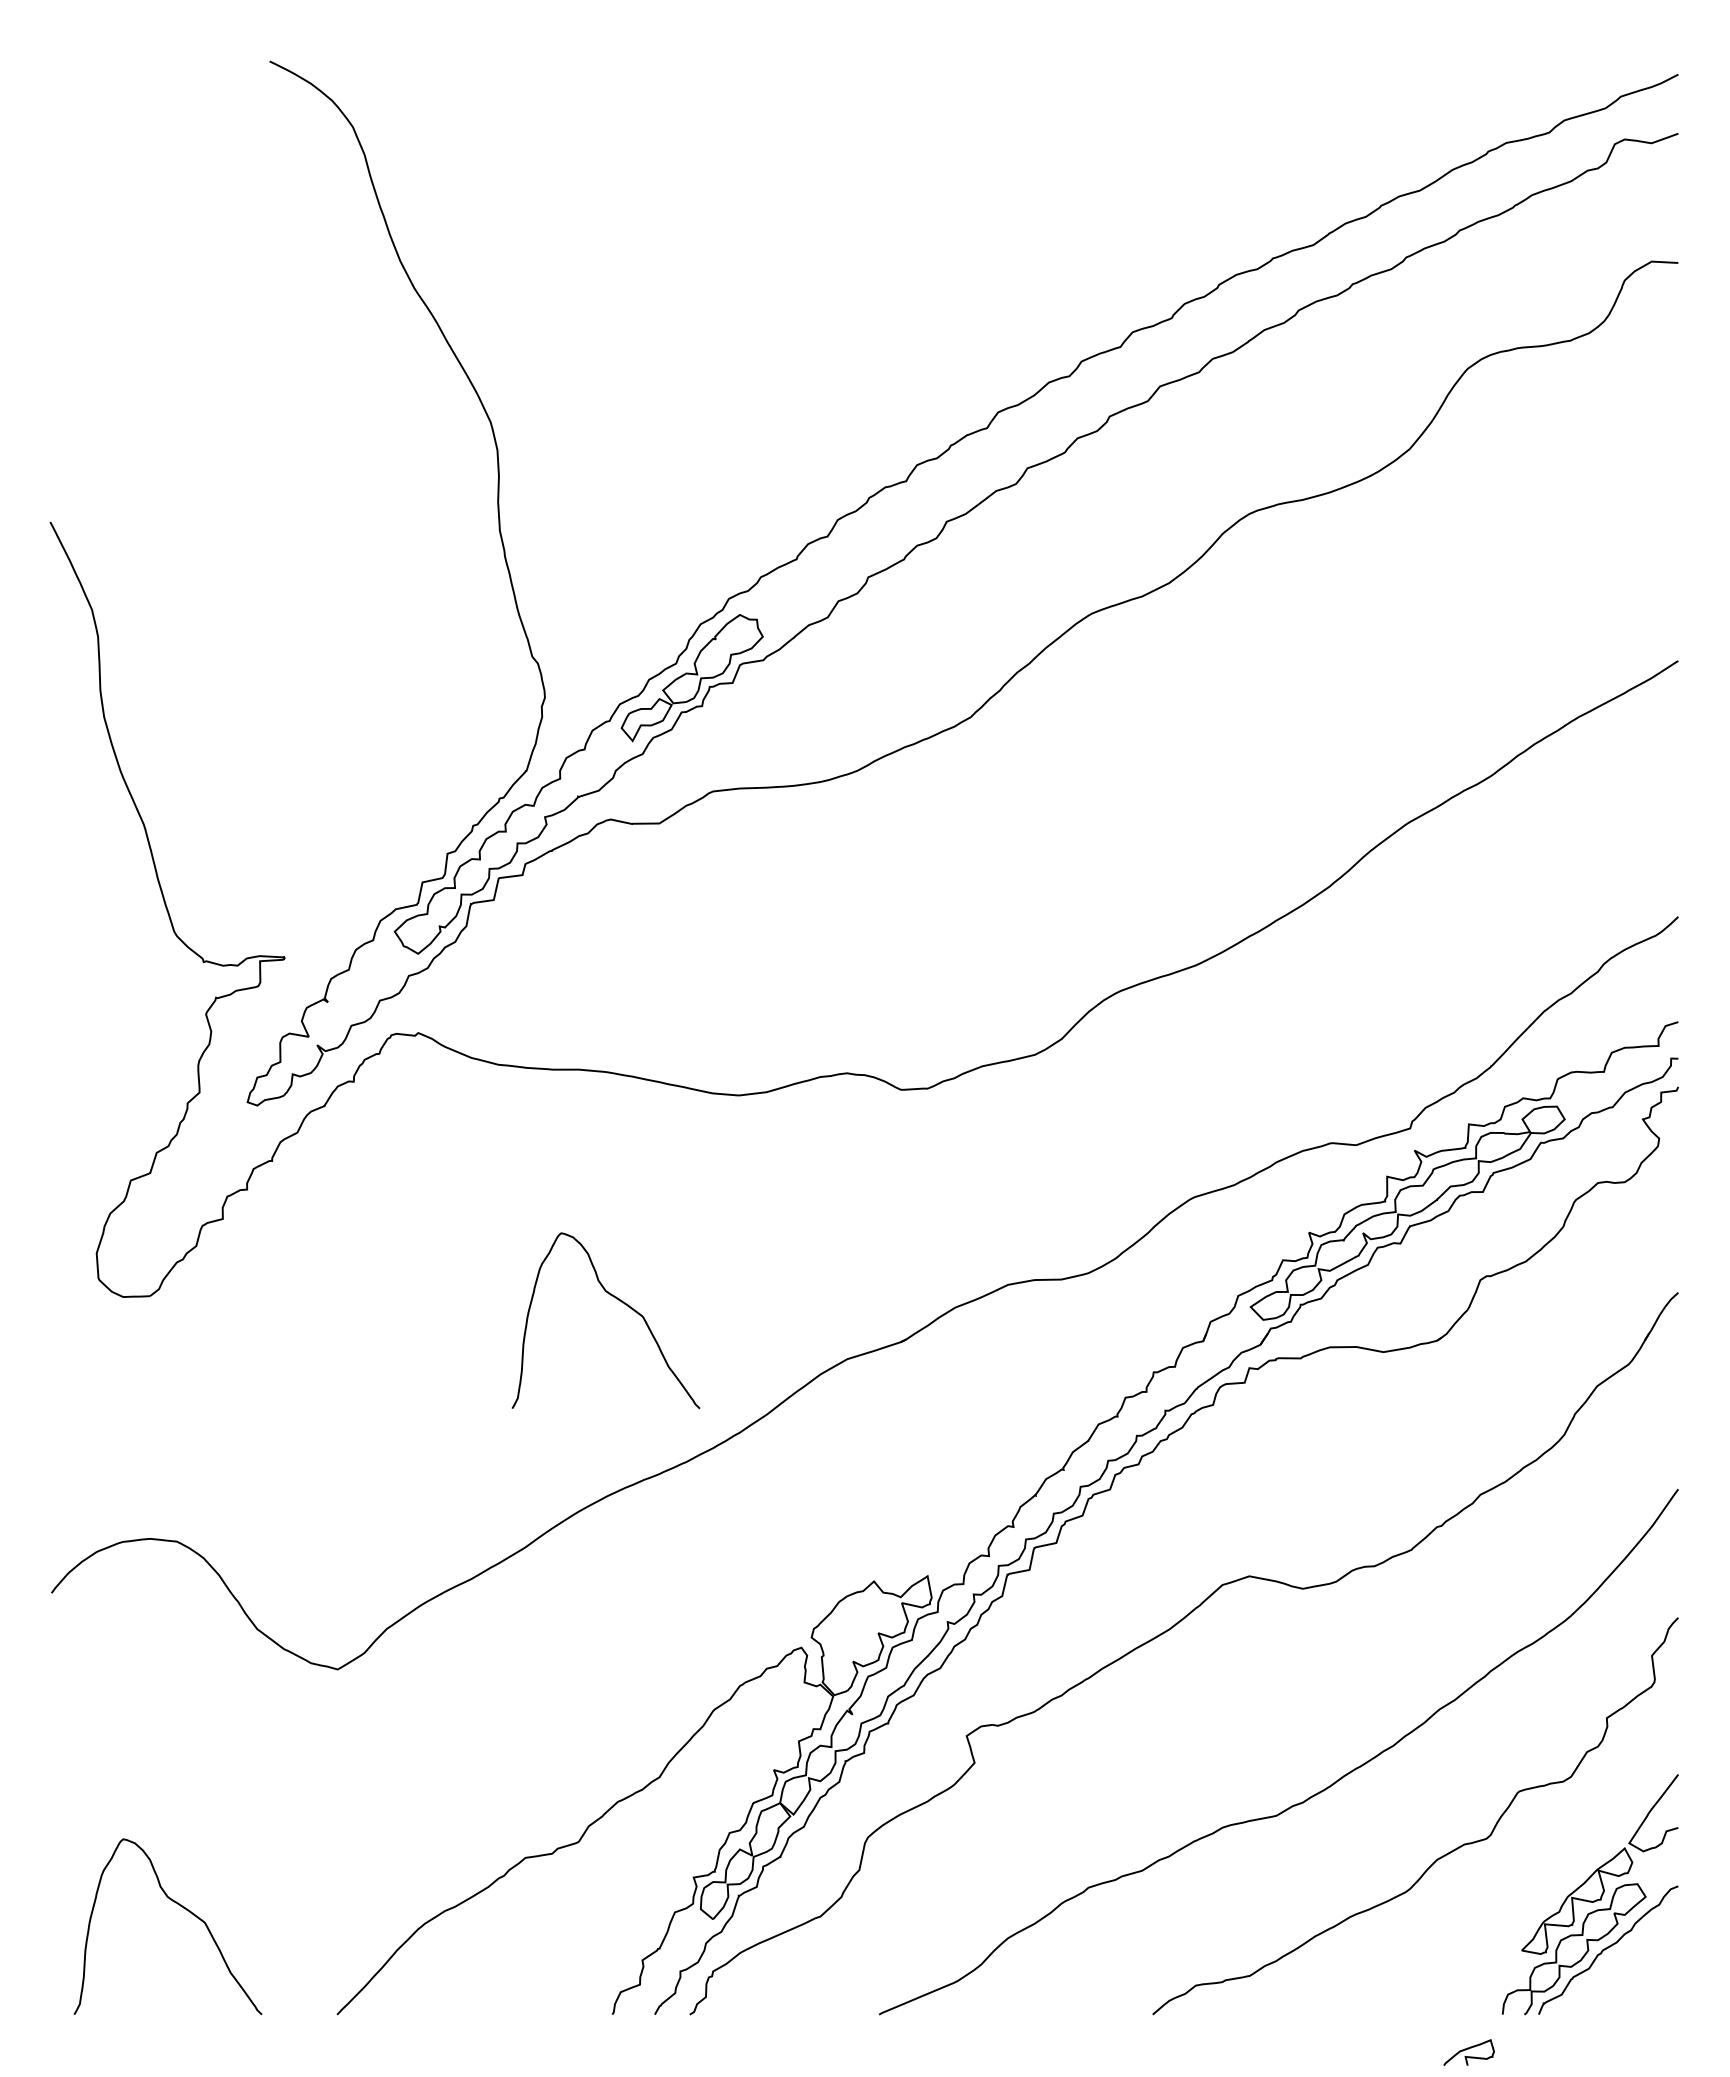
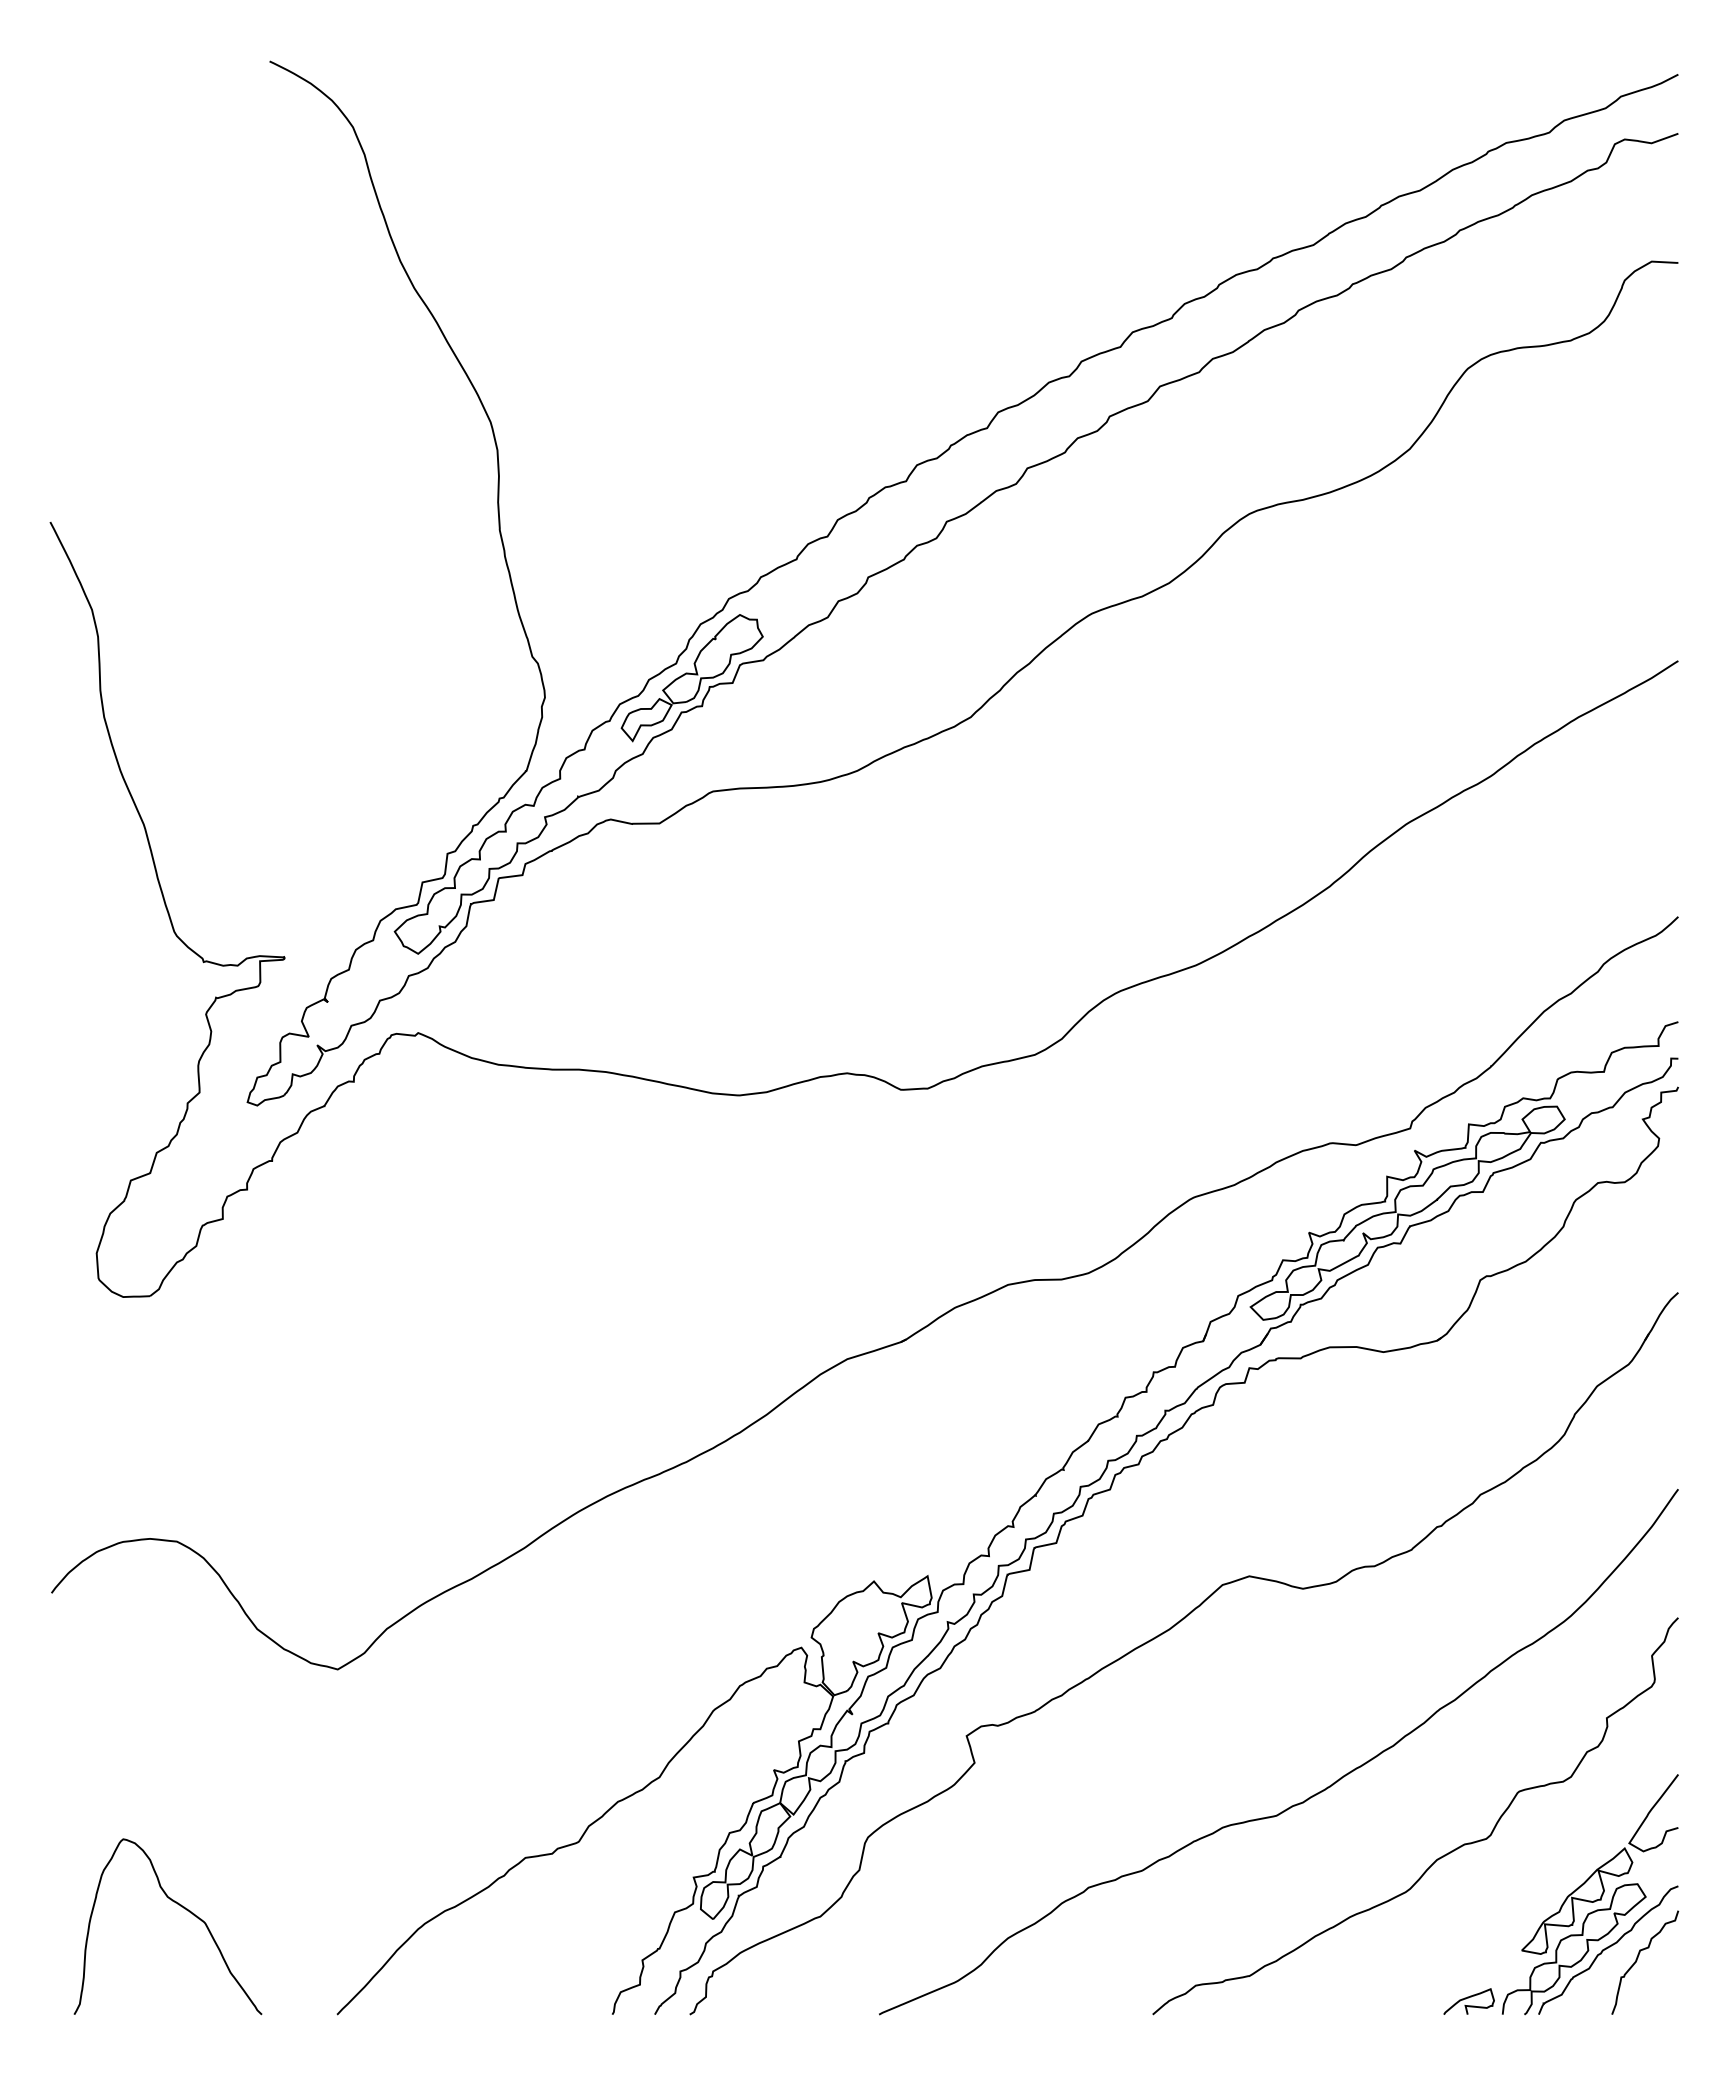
curve at (618, 1300): present -> none
curve at (1638, 1958): none -> present
curve at (1466, 2050) position: (1466, 2050) -> (1466, 1999)
